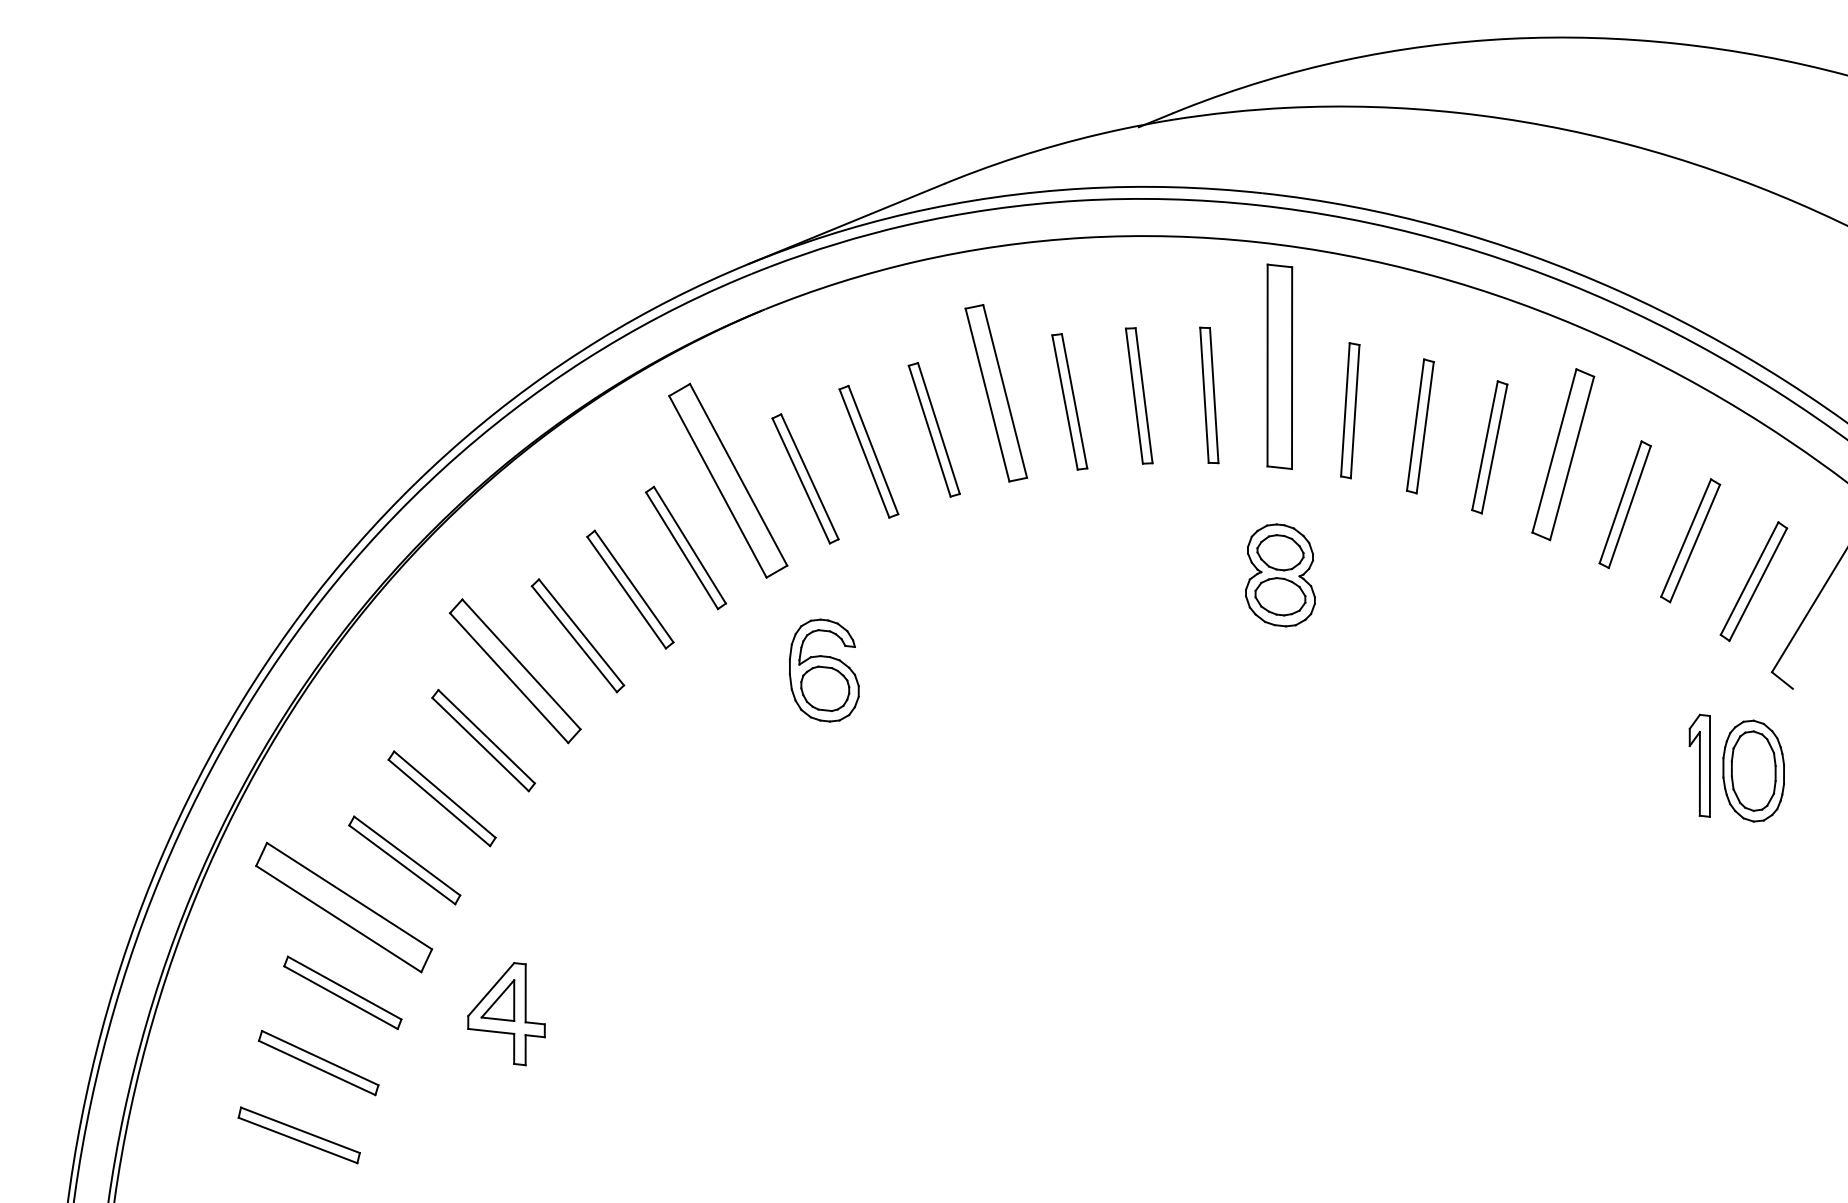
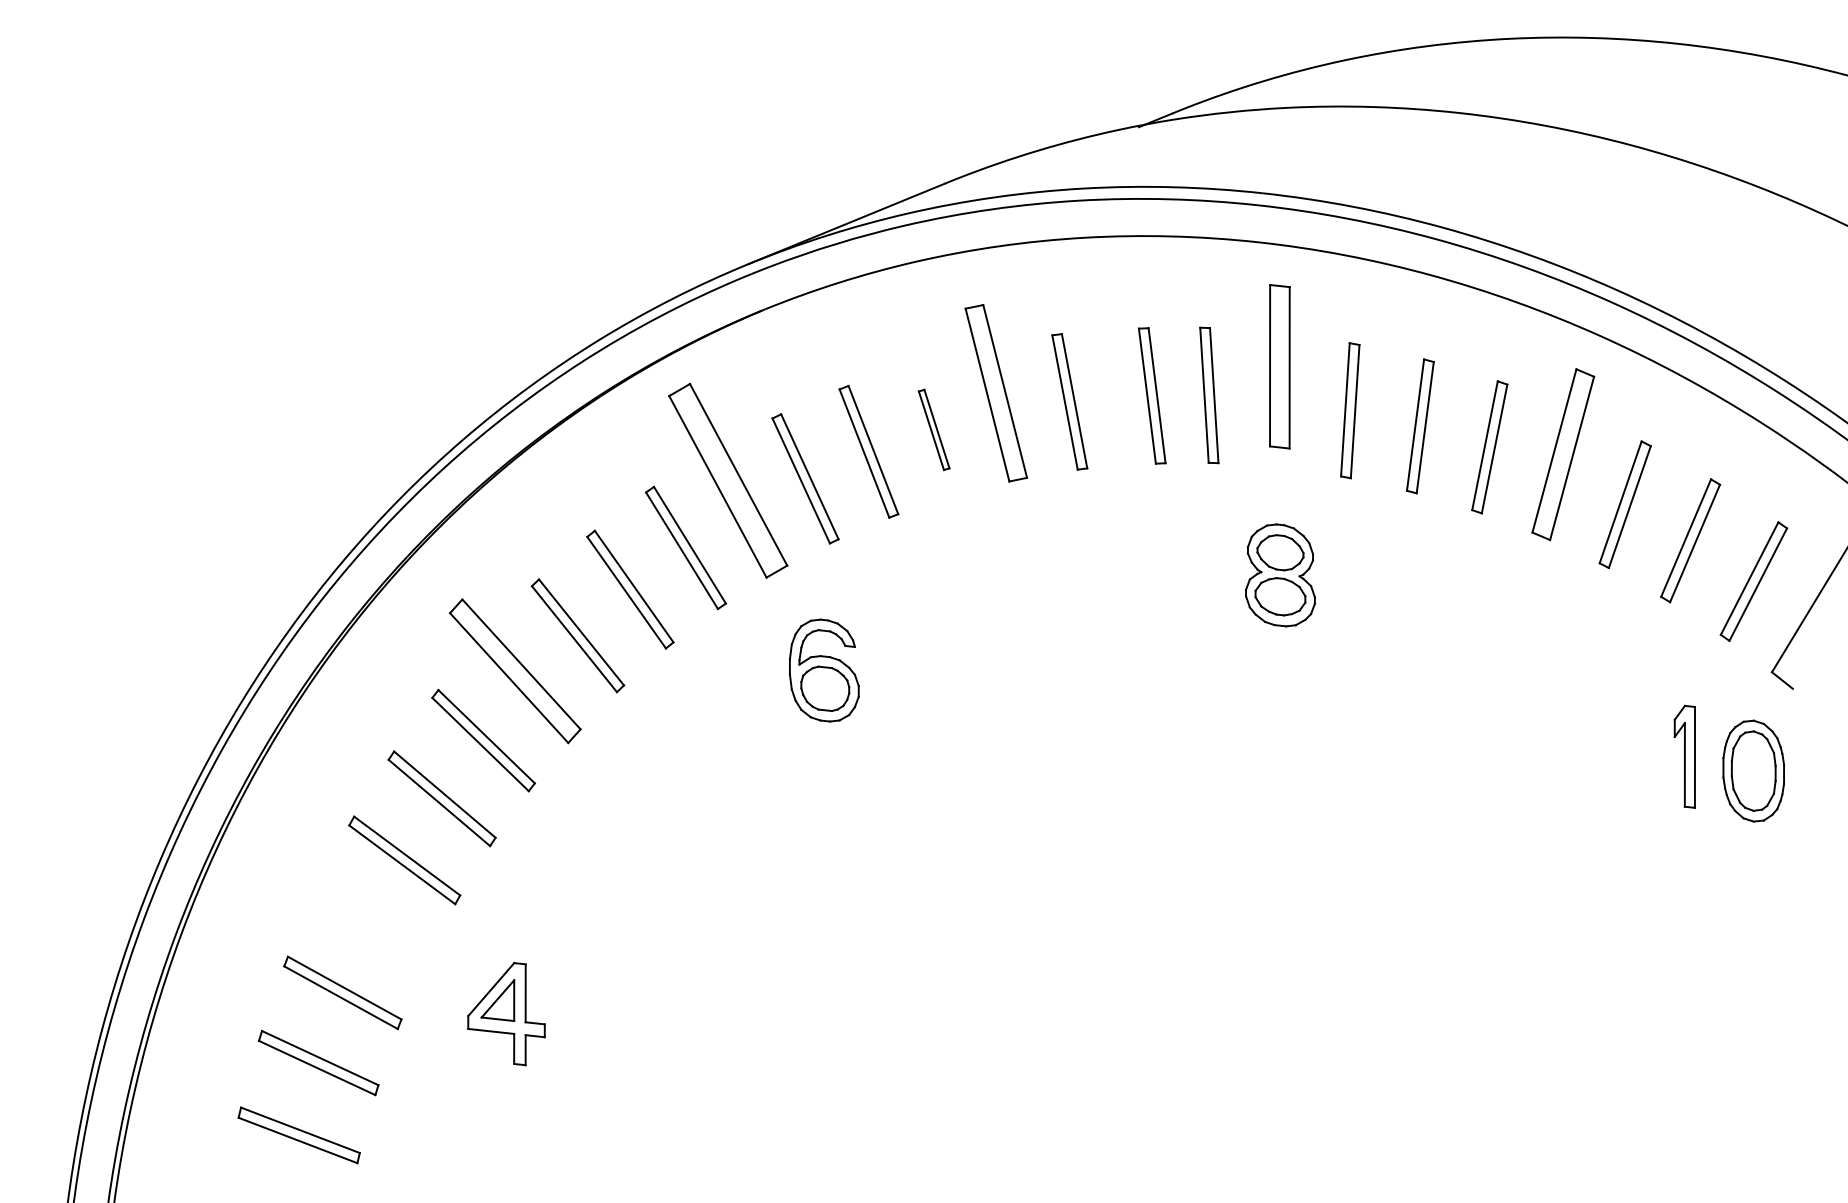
part at (1279, 366) size: 28x207 px -> 22x166 px
part at (1139, 395) position: (1139, 395) -> (1152, 395)
part at (933, 429) size: 54x136 px -> 34x84 px
part at (1699, 765) position: (1699, 765) -> (1684, 756)
part at (344, 907): present -> none
